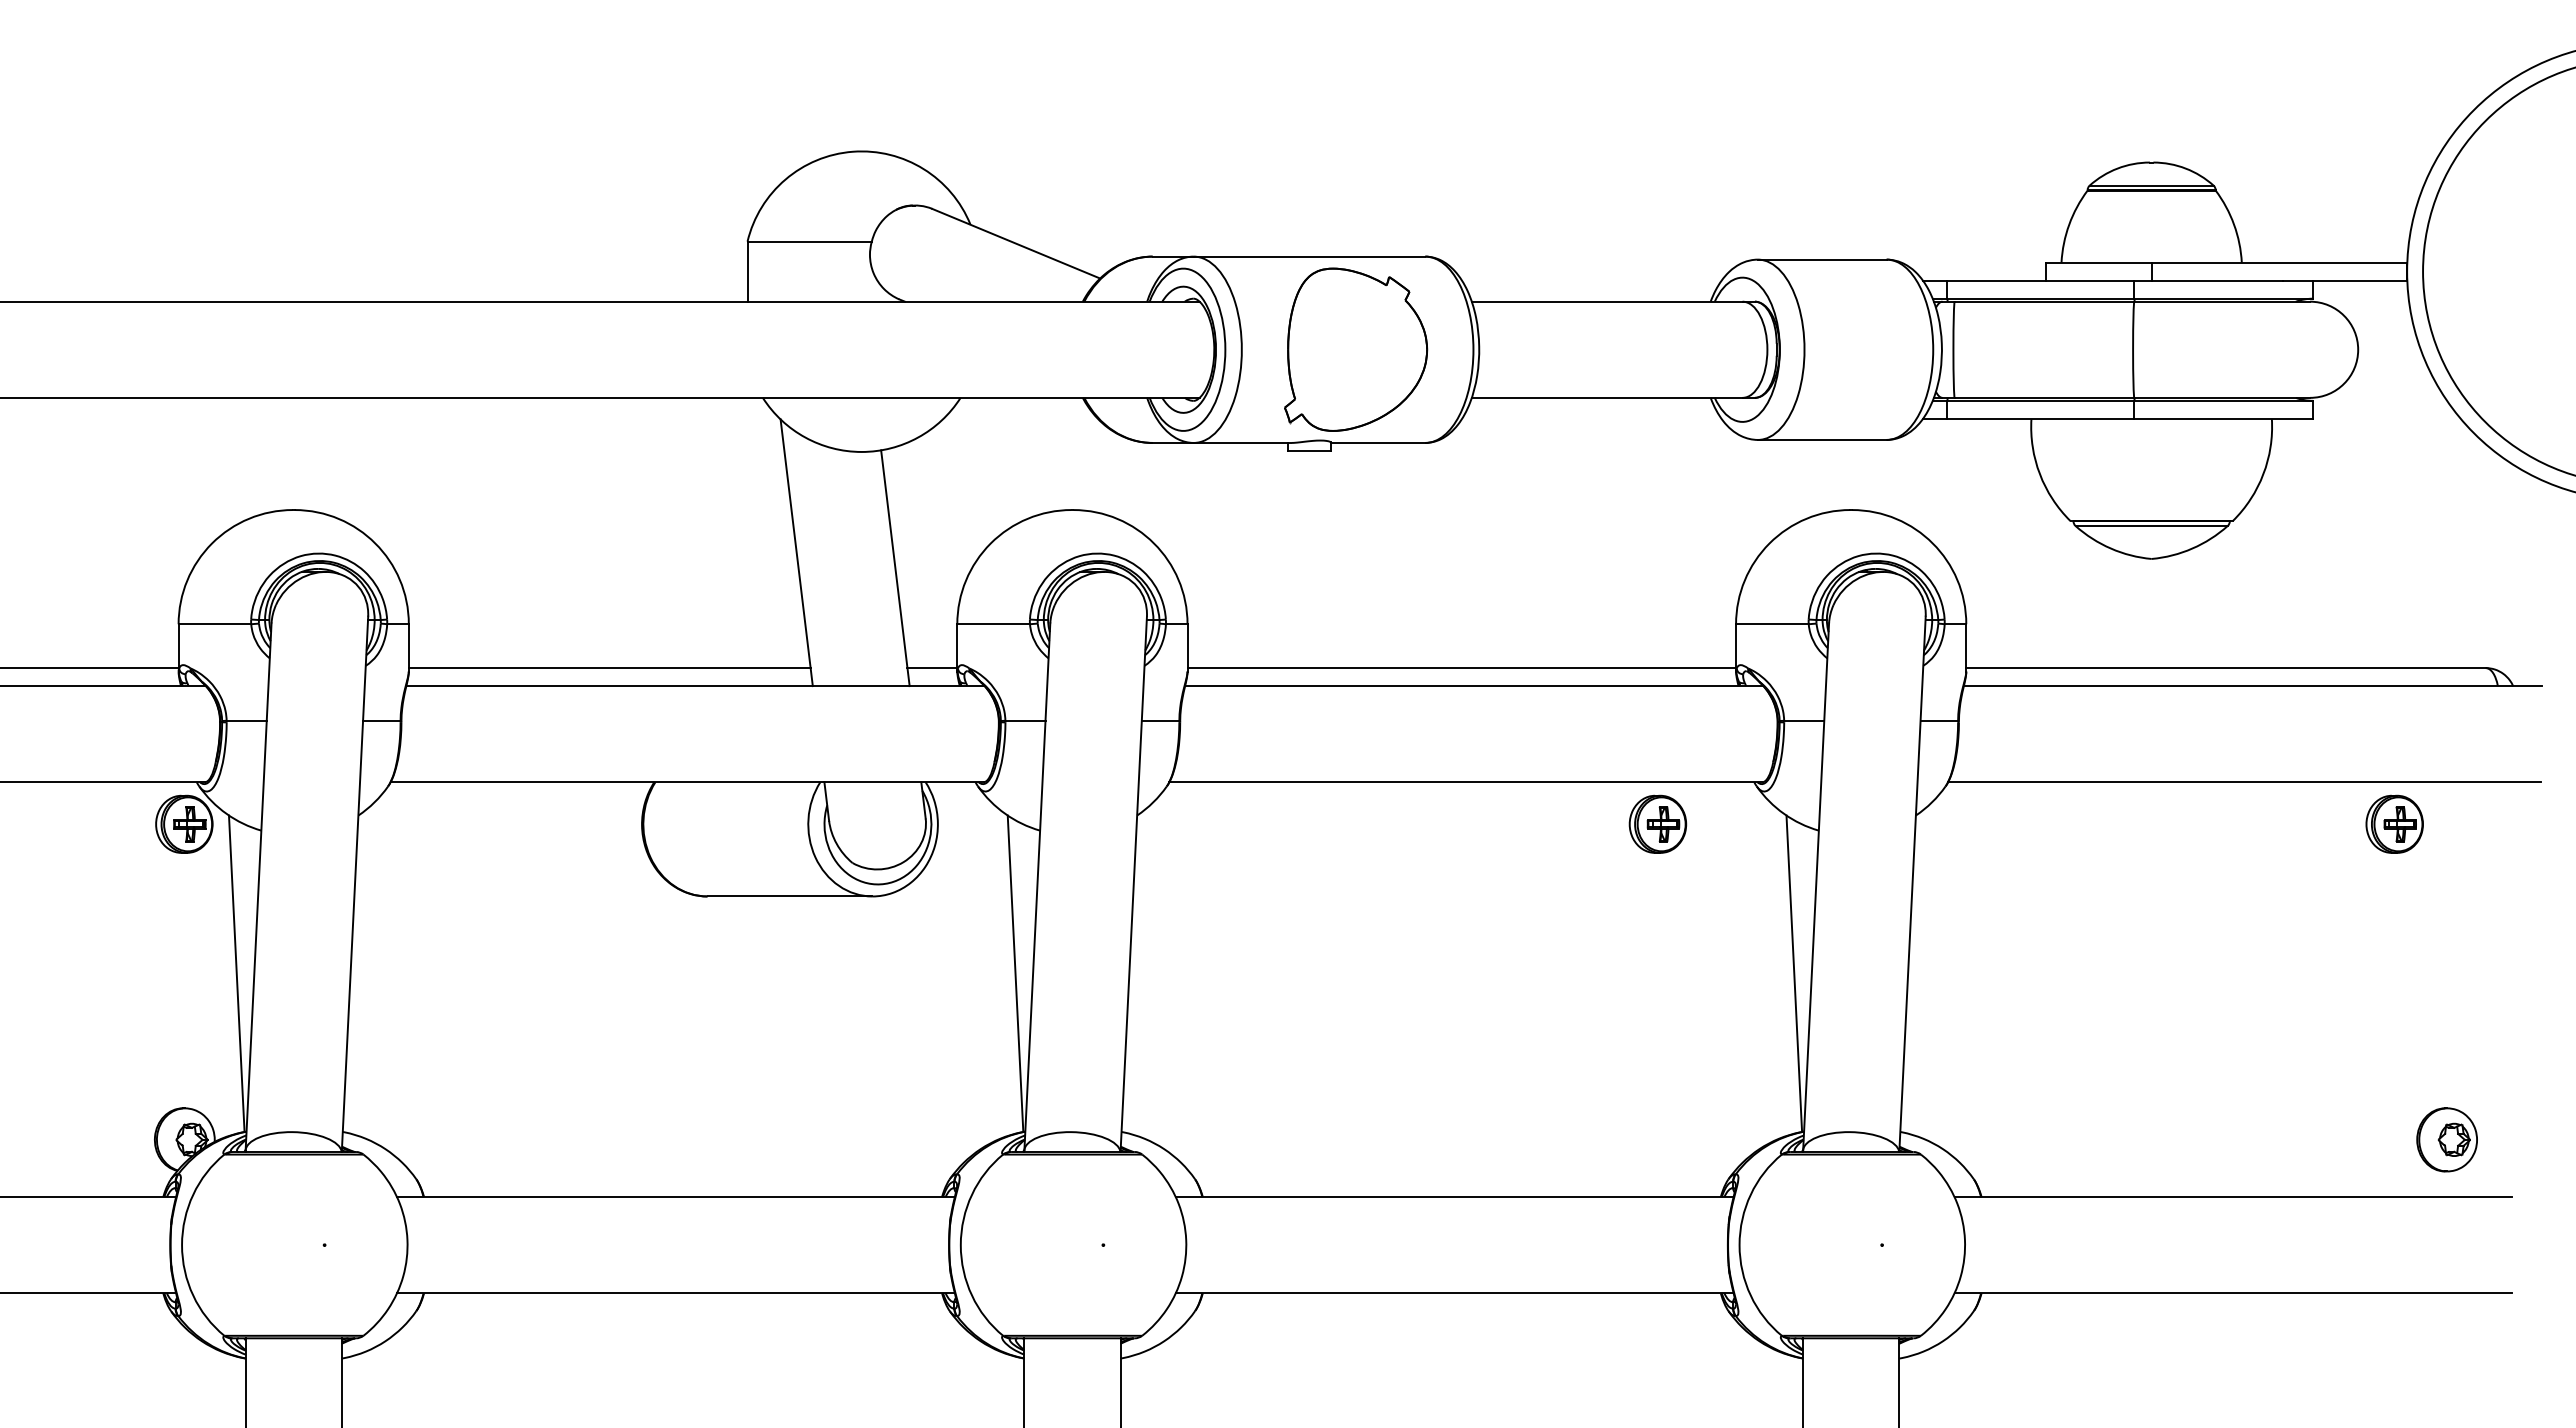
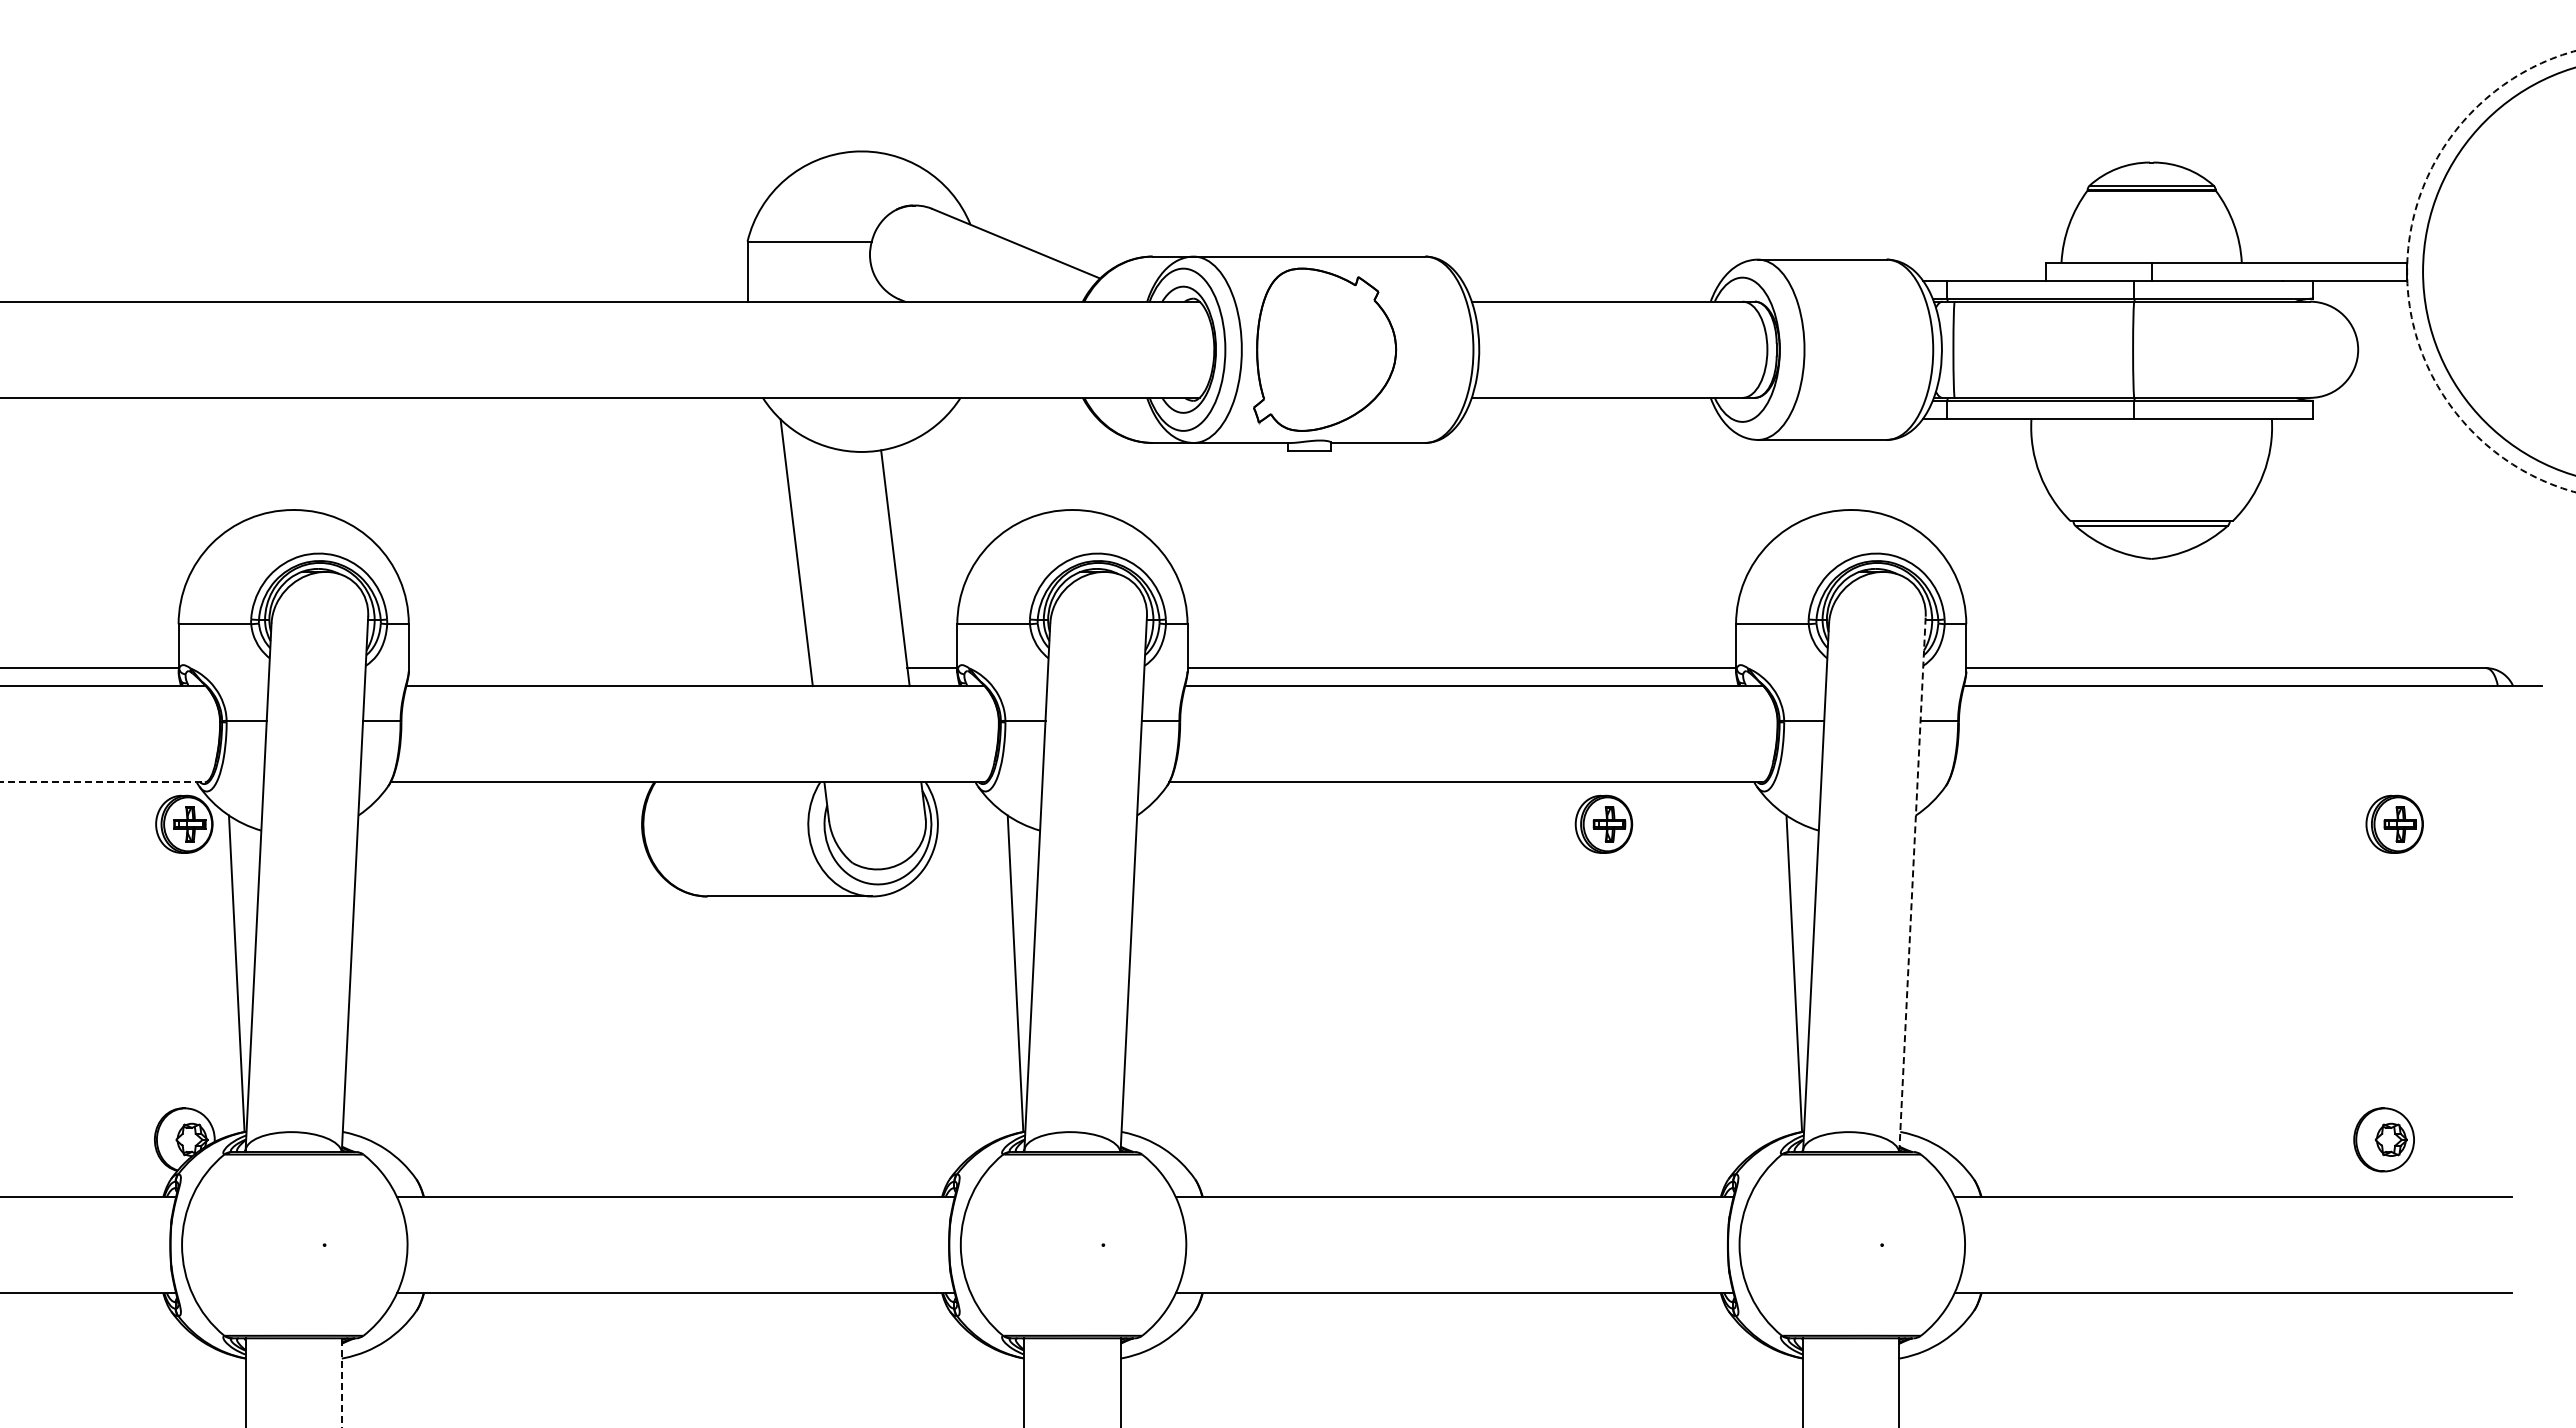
circle at (2491, 271): solid -> dashed
part at (1356, 349) position: (1356, 349) -> (1325, 349)
line at (609, 668): present -> none
line at (102, 782): solid -> dashed
line at (2244, 782): present -> none
part at (1657, 823) position: (1657, 823) -> (1603, 823)
line at (1912, 884): solid -> dashed
part at (2446, 1139) position: (2446, 1139) -> (2383, 1139)
line at (341, 1382): solid -> dashed
